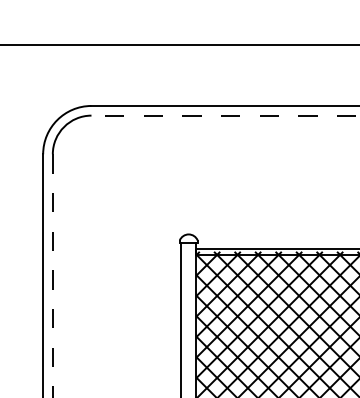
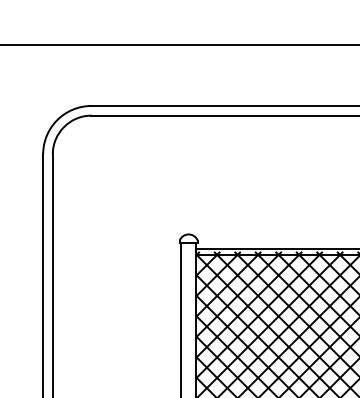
line at (225, 115): dashed -> solid
line at (52, 276): dashed -> solid
